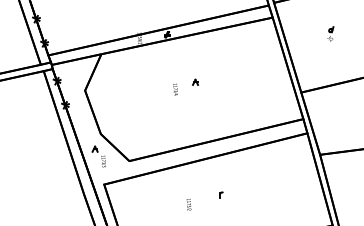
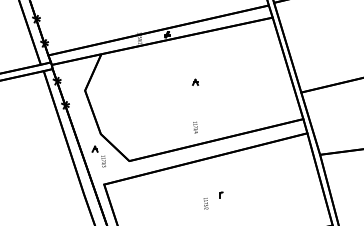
part at (330, 33): present -> none
text at (175, 89) position: (175, 89) -> (195, 127)
text at (188, 204) position: (188, 204) -> (205, 203)
